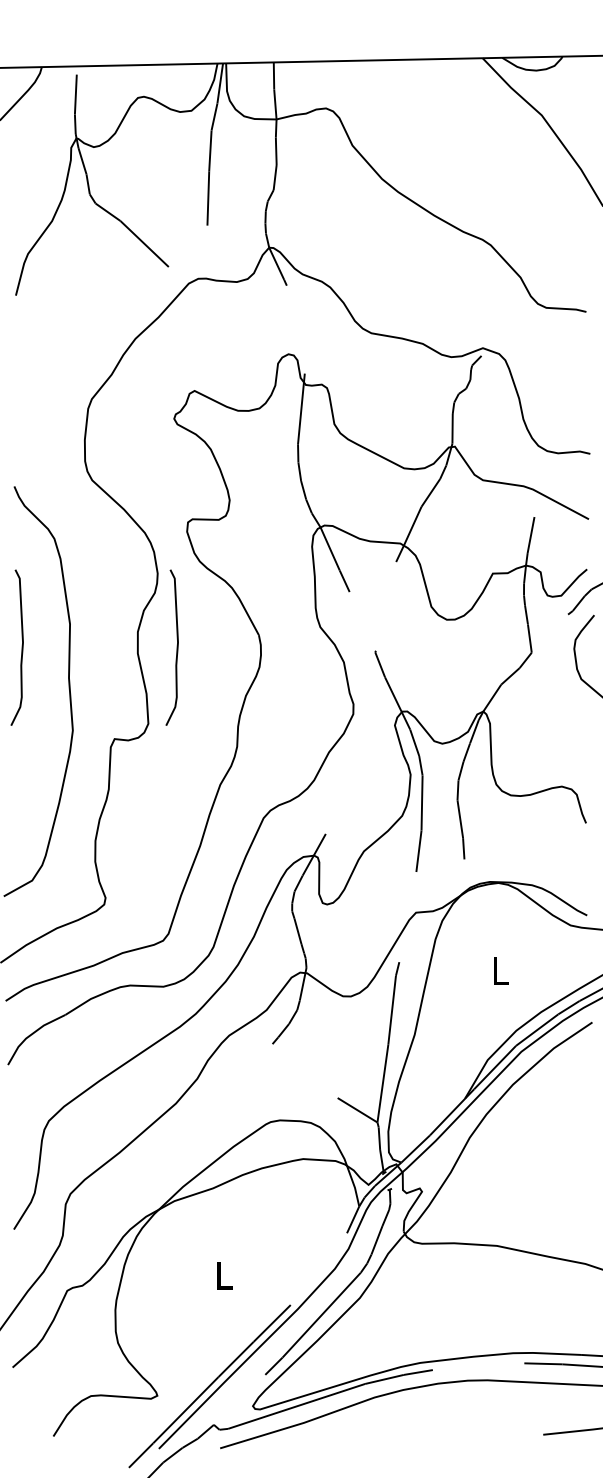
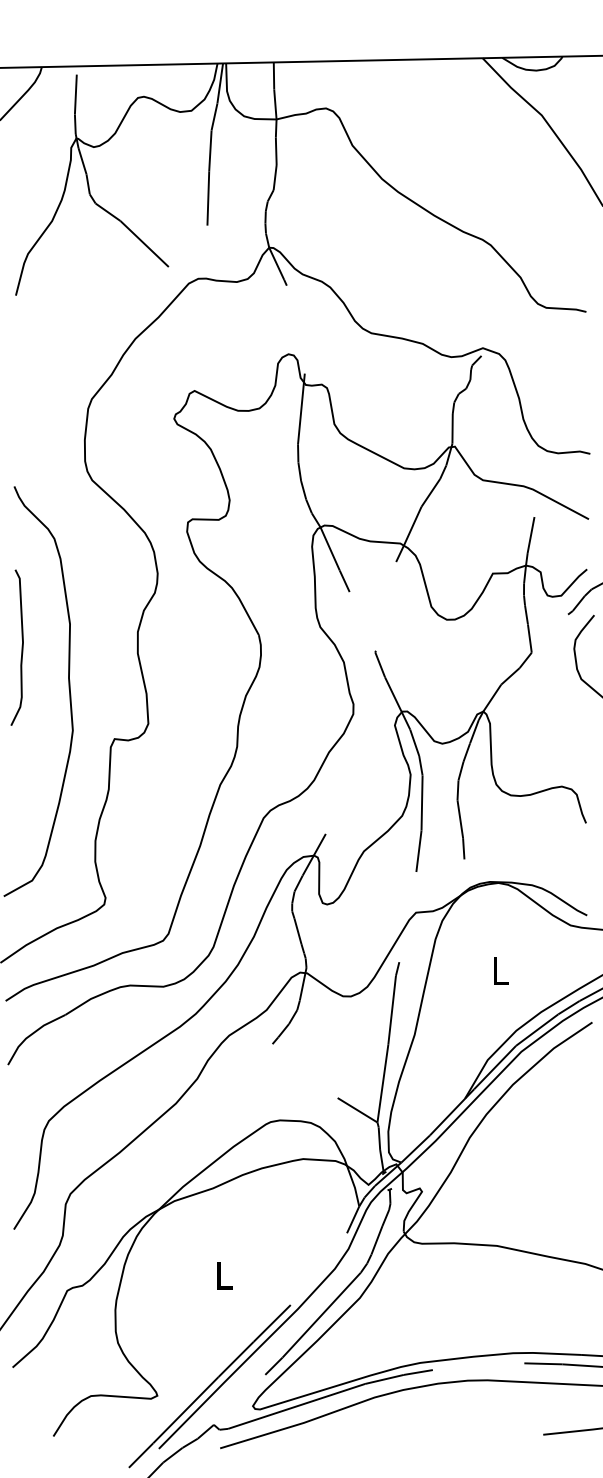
curve at (176, 647): present -> none
